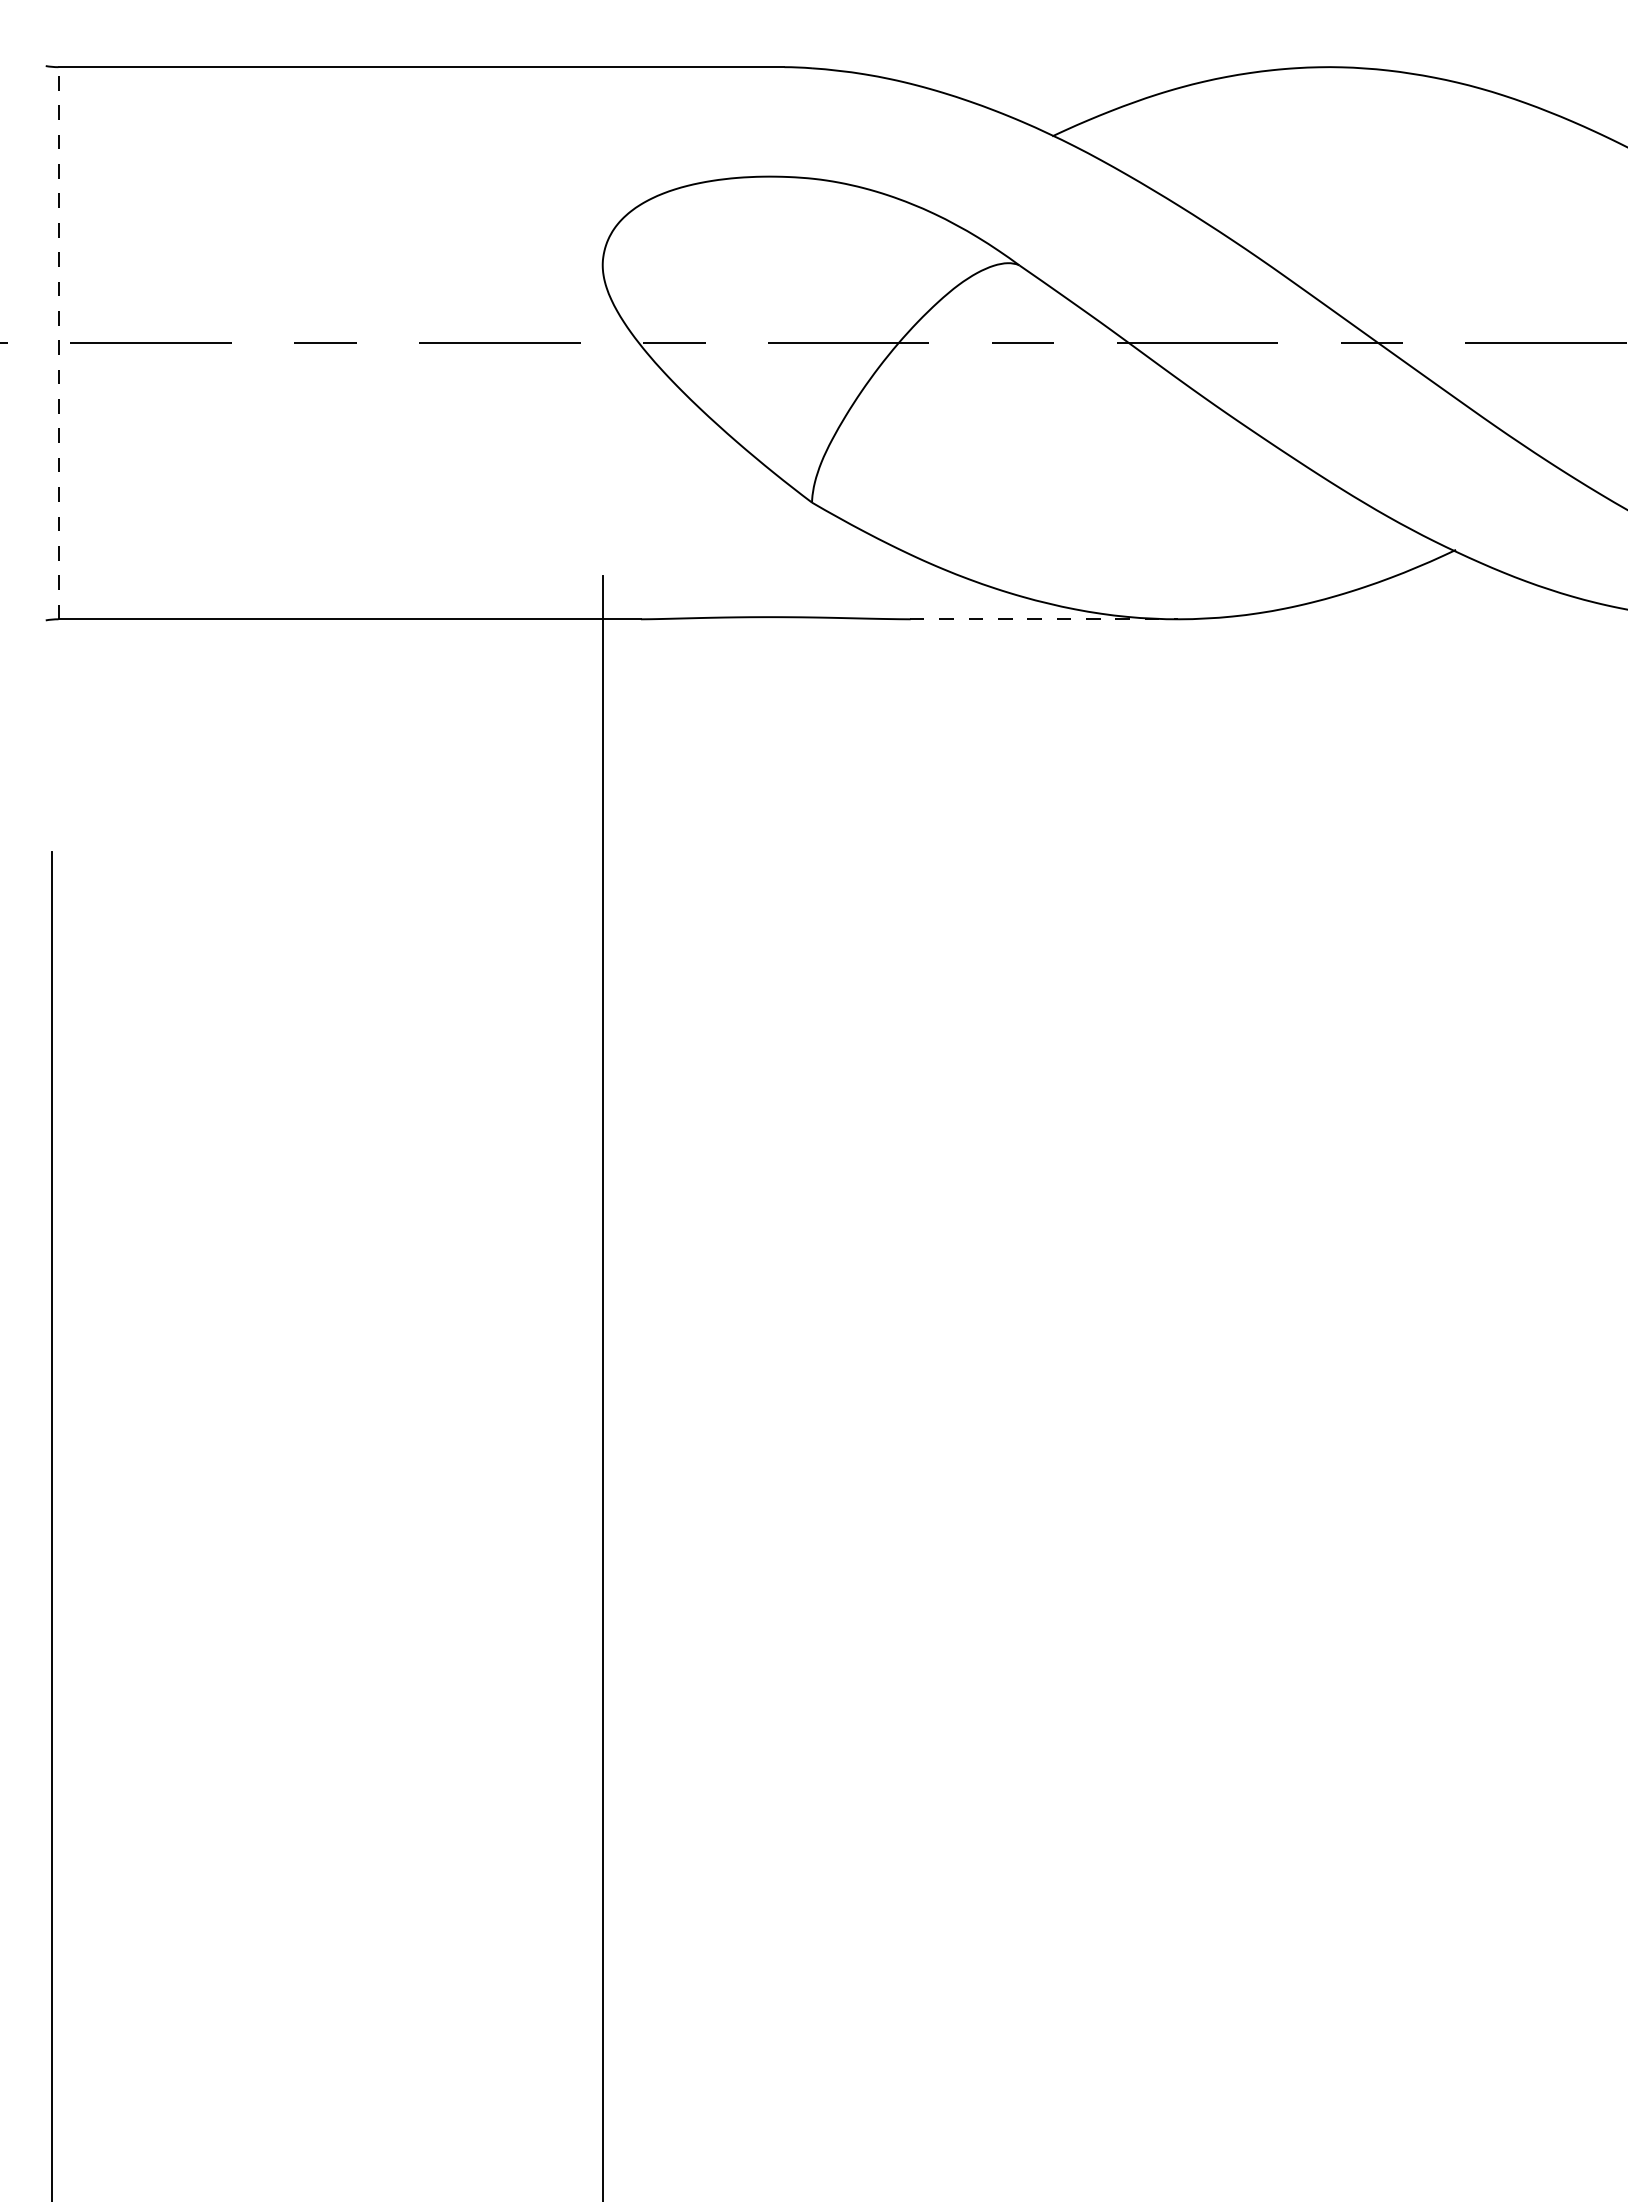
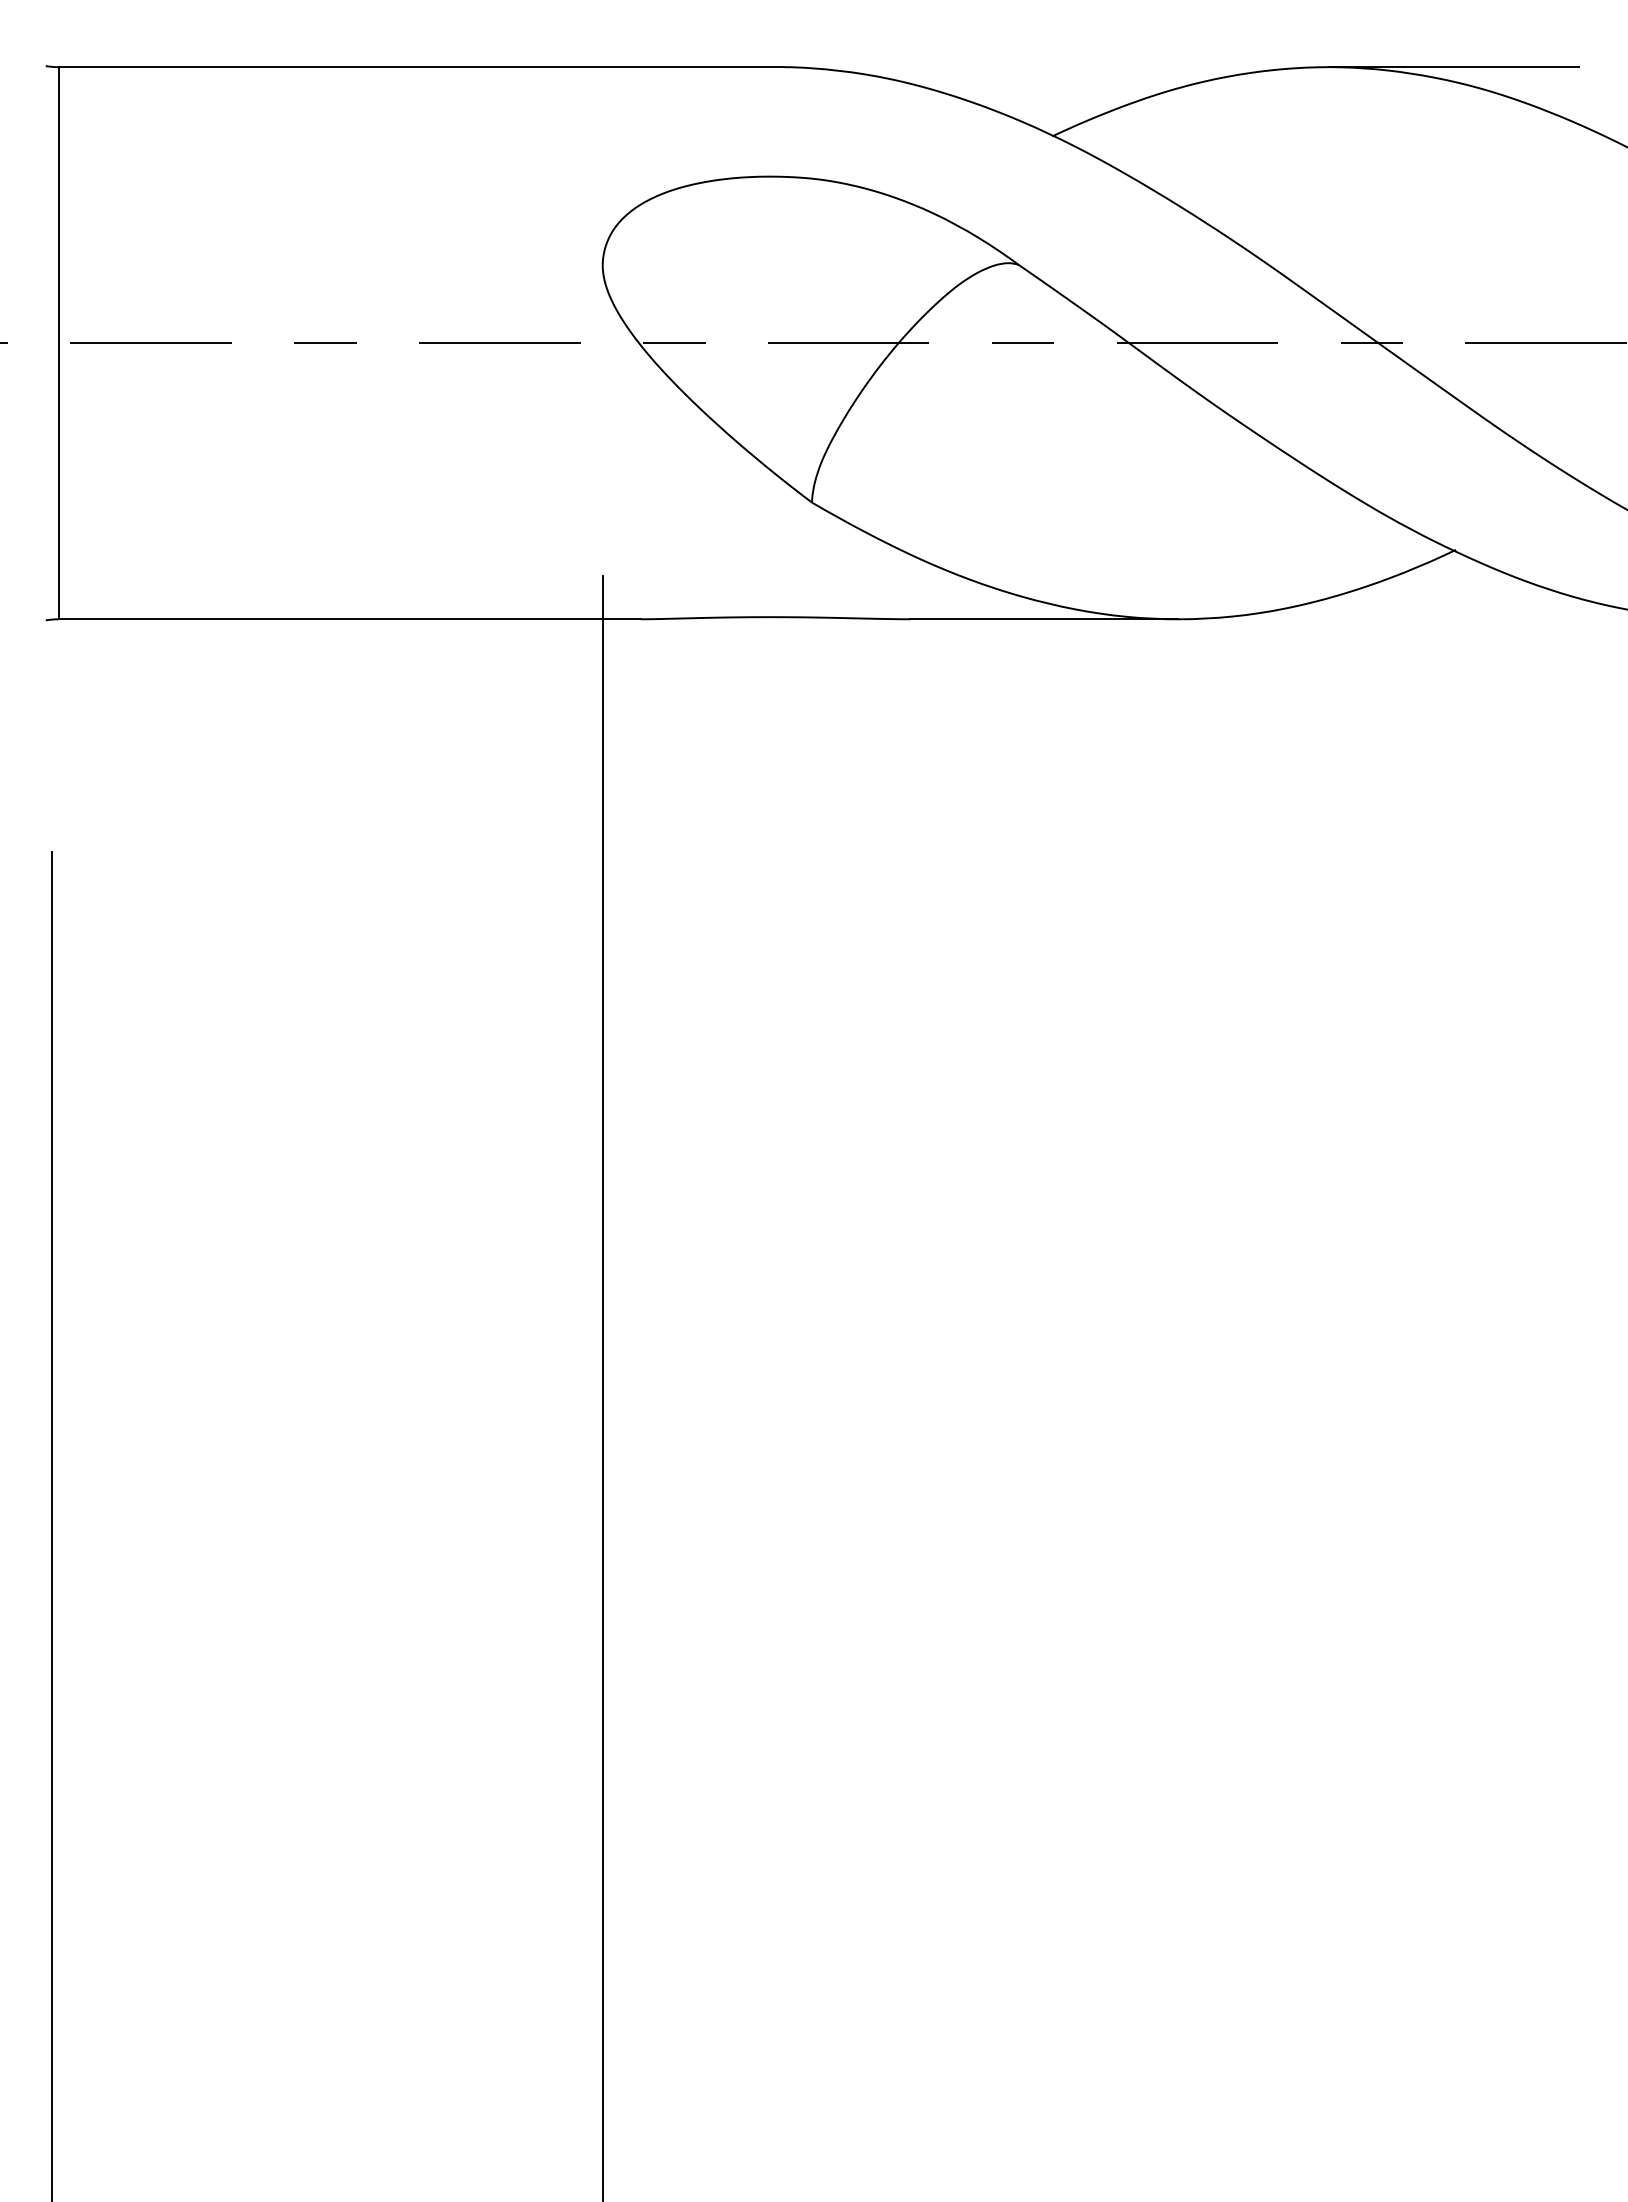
line at (1453, 67): none -> present
line at (58, 342): dashed -> solid
line at (1044, 619): dashed -> solid
